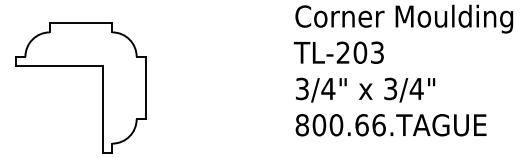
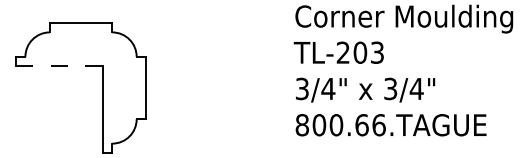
line at (58, 66): solid -> dashed
